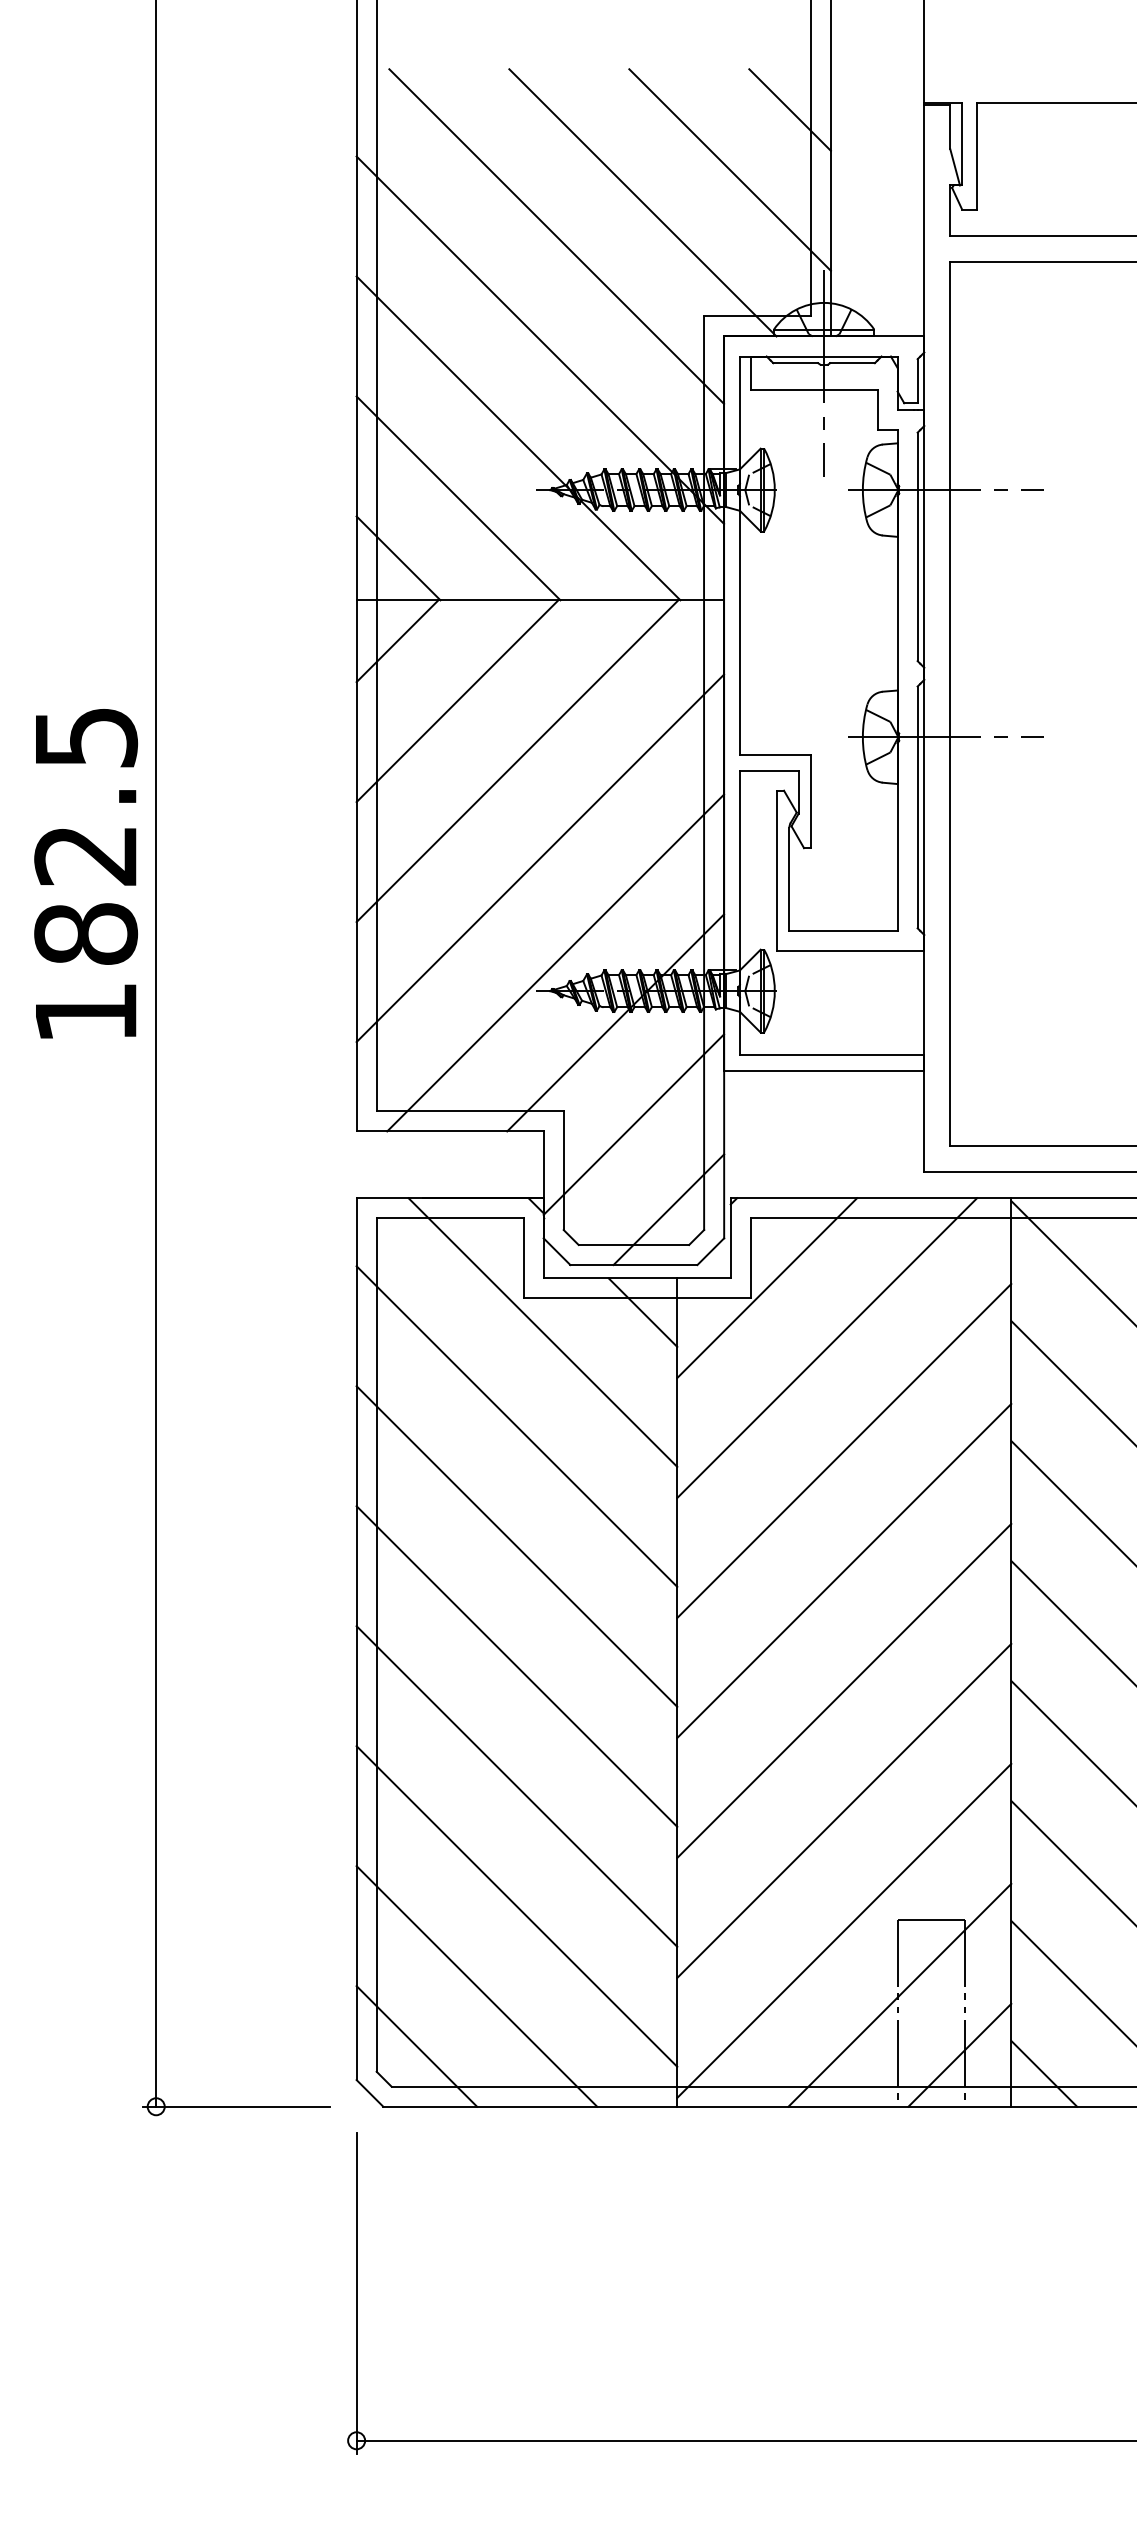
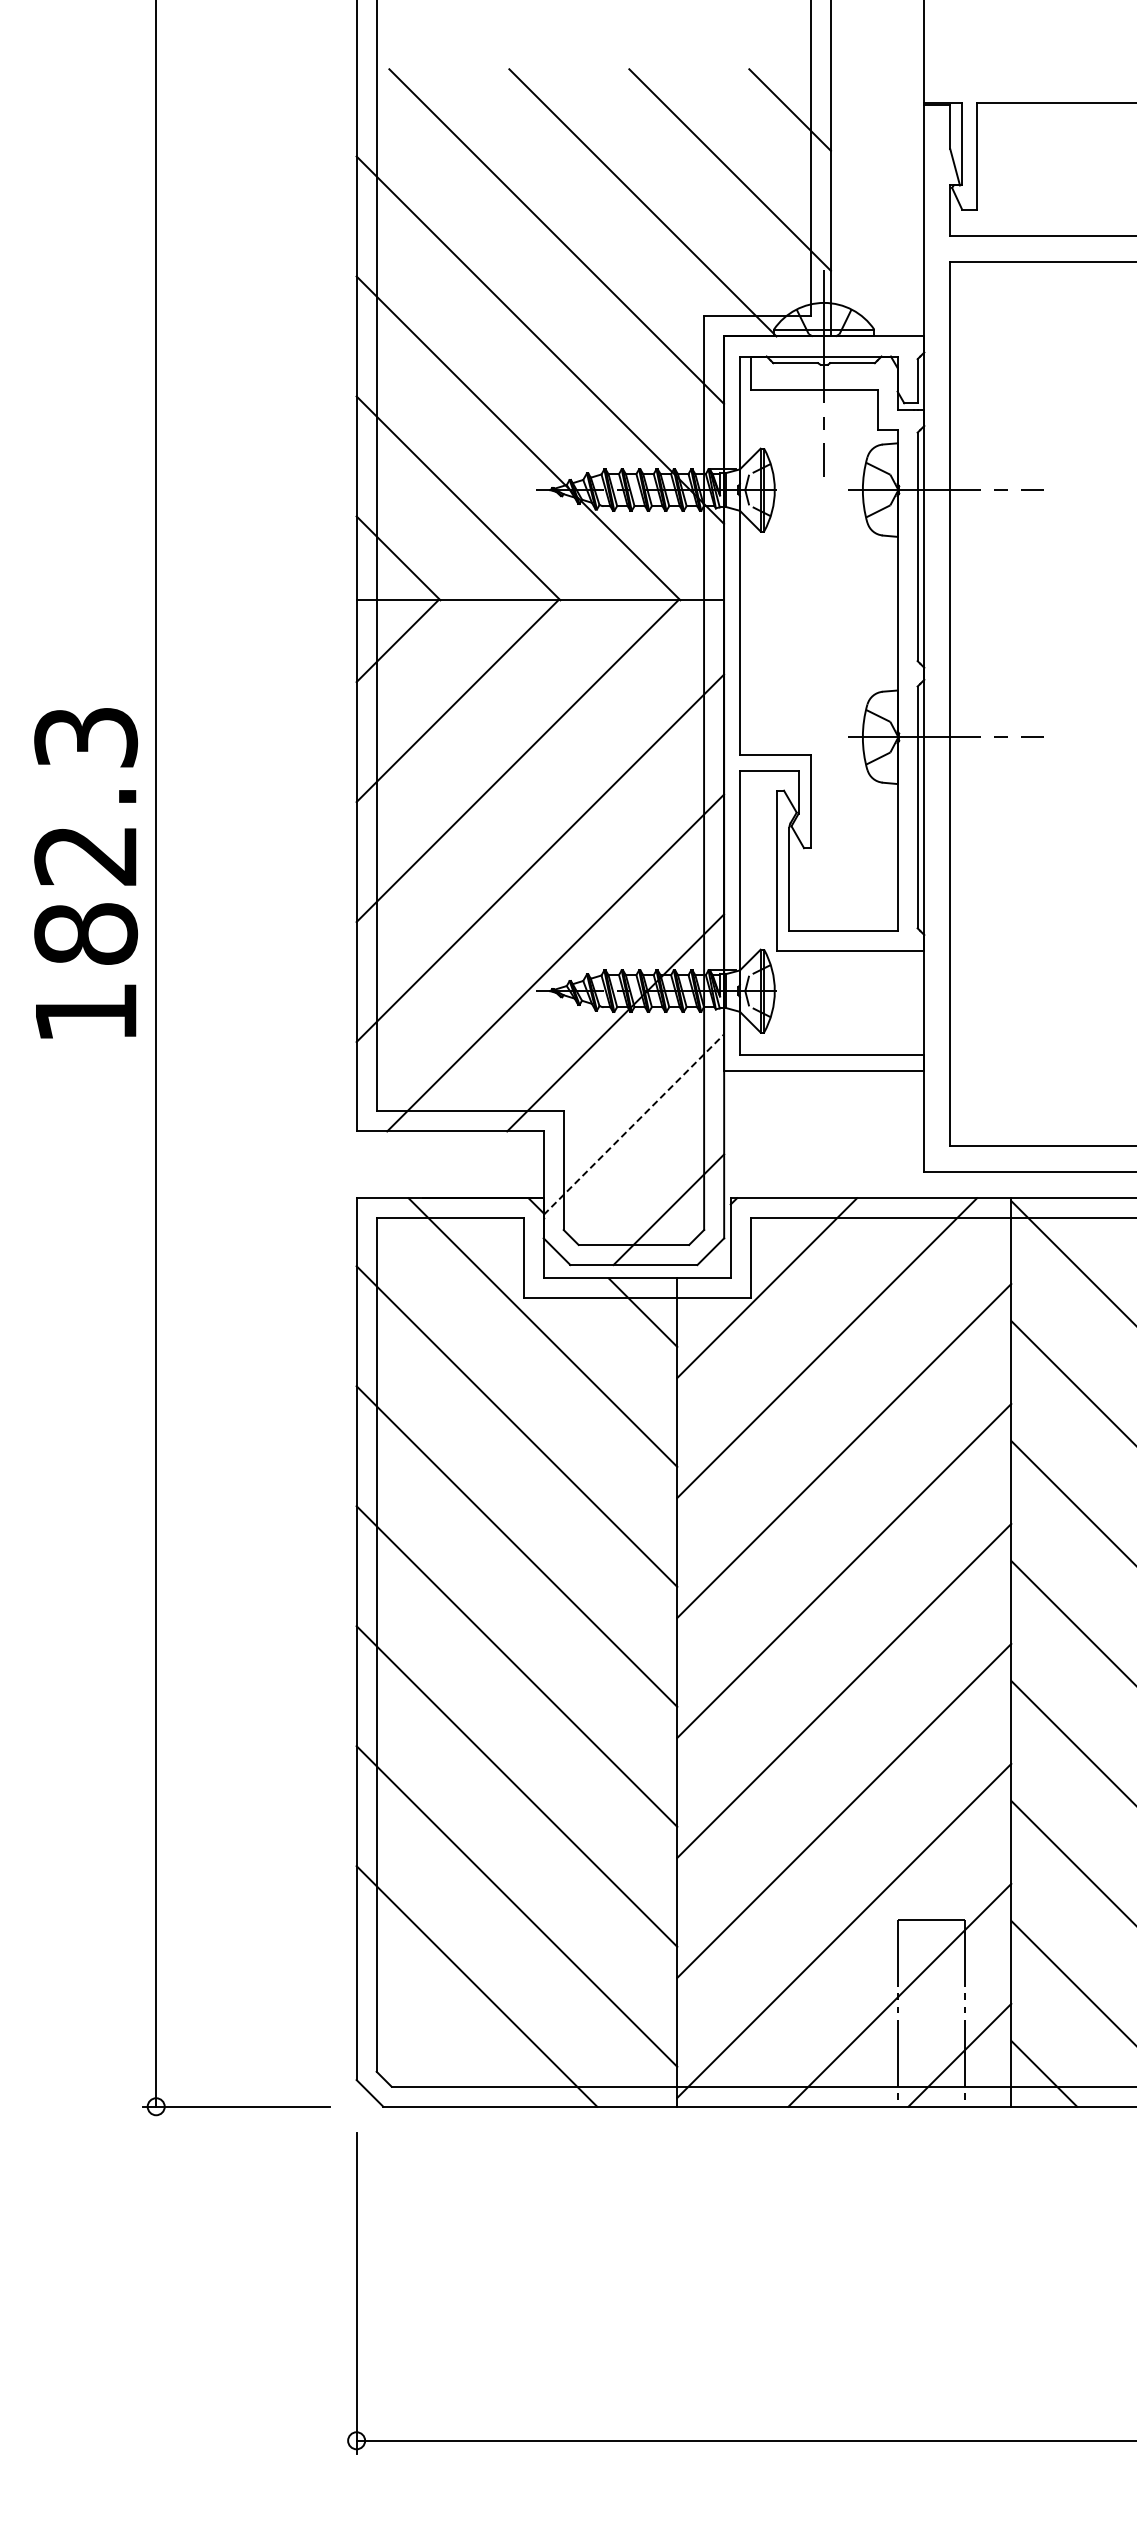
text at (85, 737): 182.5 -> 182.3
line at (633, 1124): solid -> dashed
line at (416, 2046): present -> none
